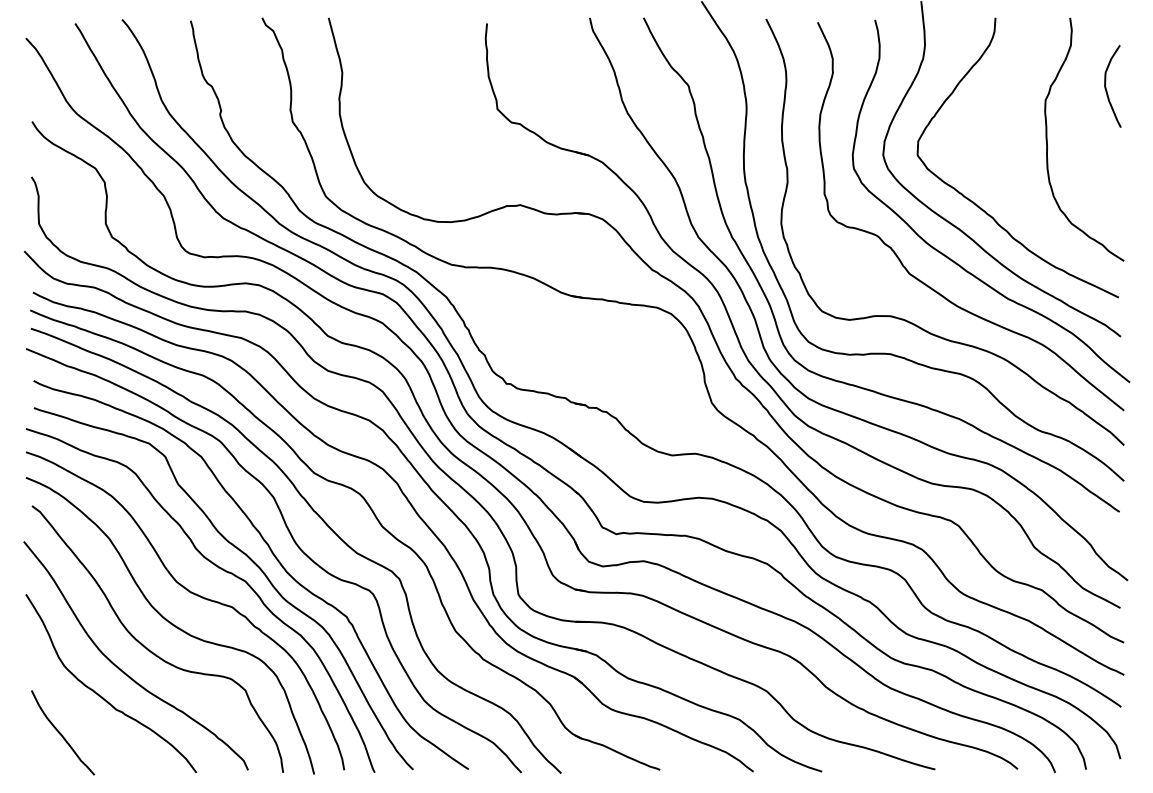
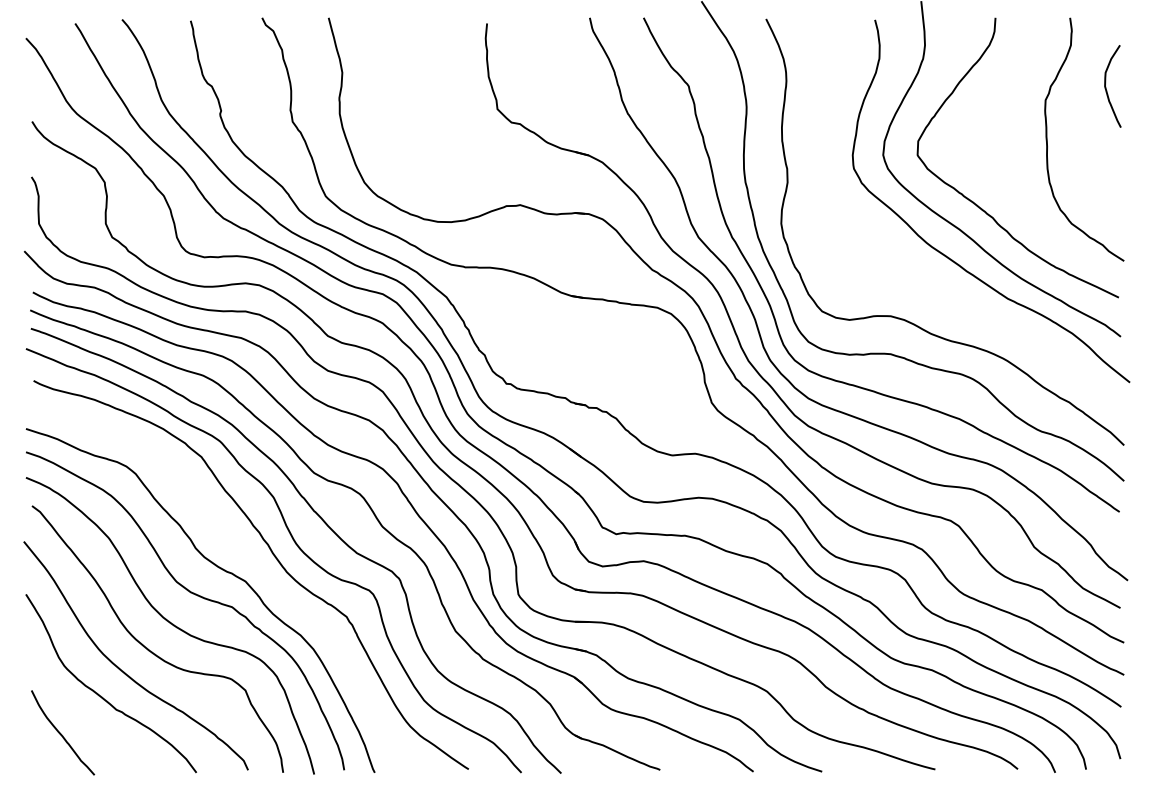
curve at (924, 282): present -> none
curve at (250, 560): present -> none
